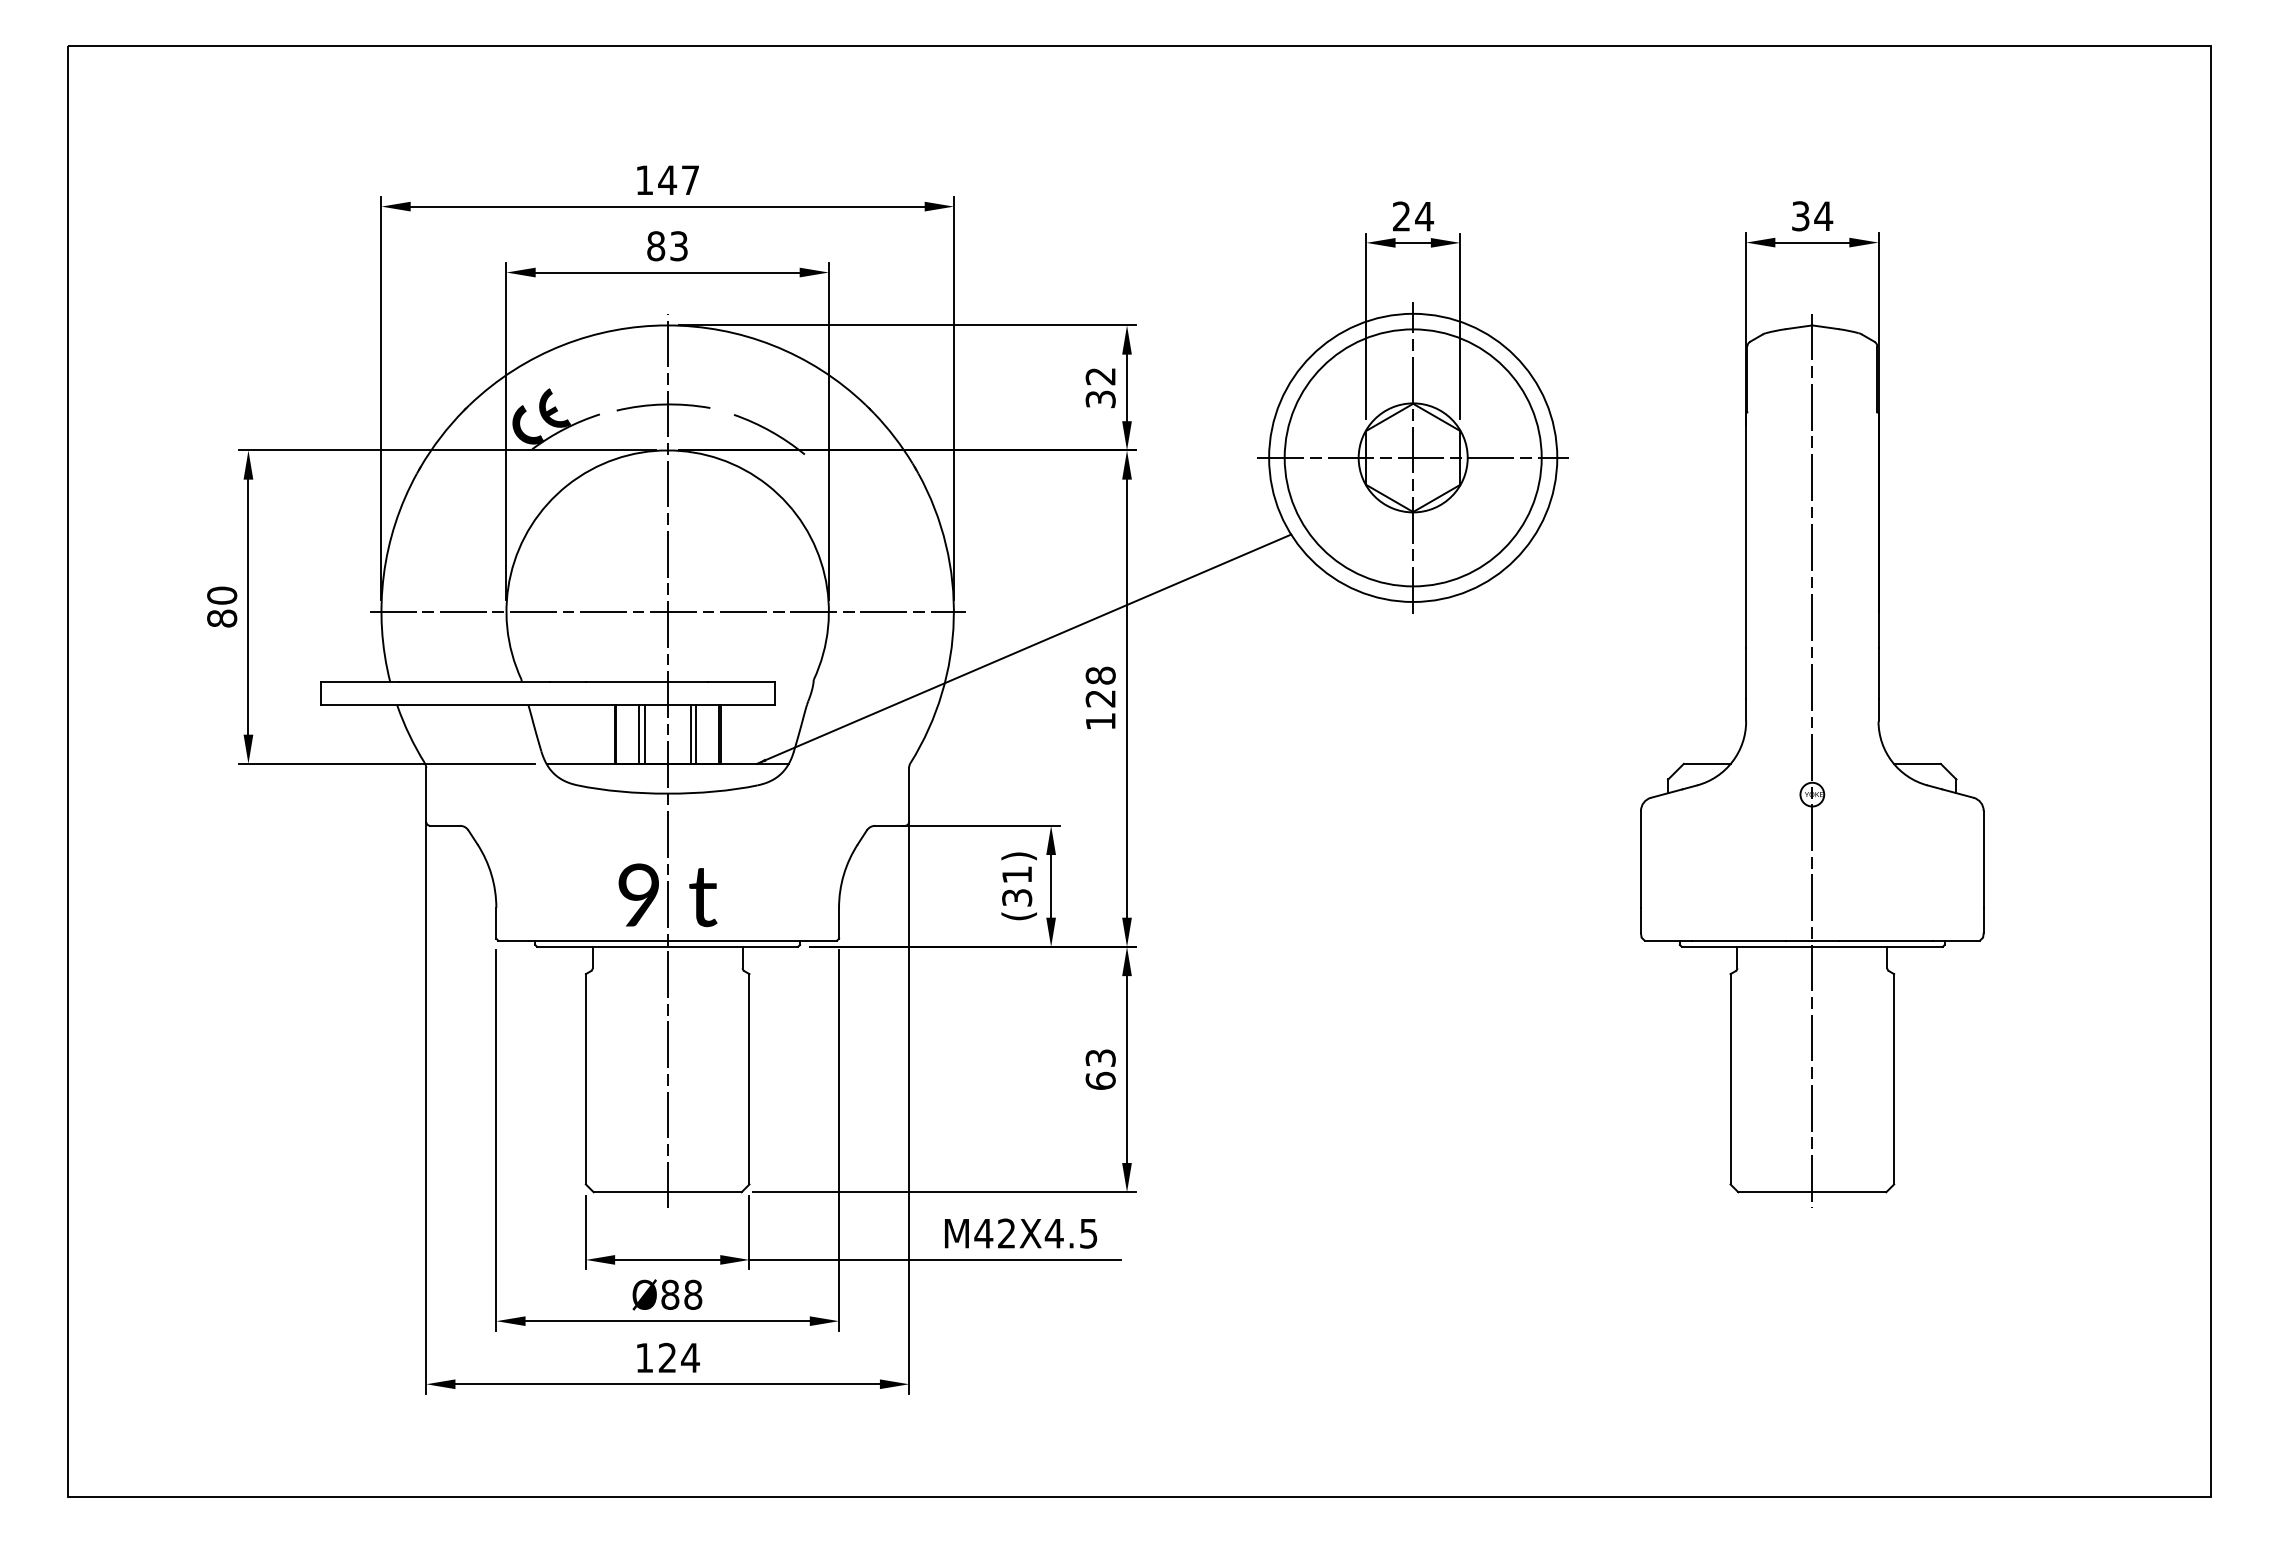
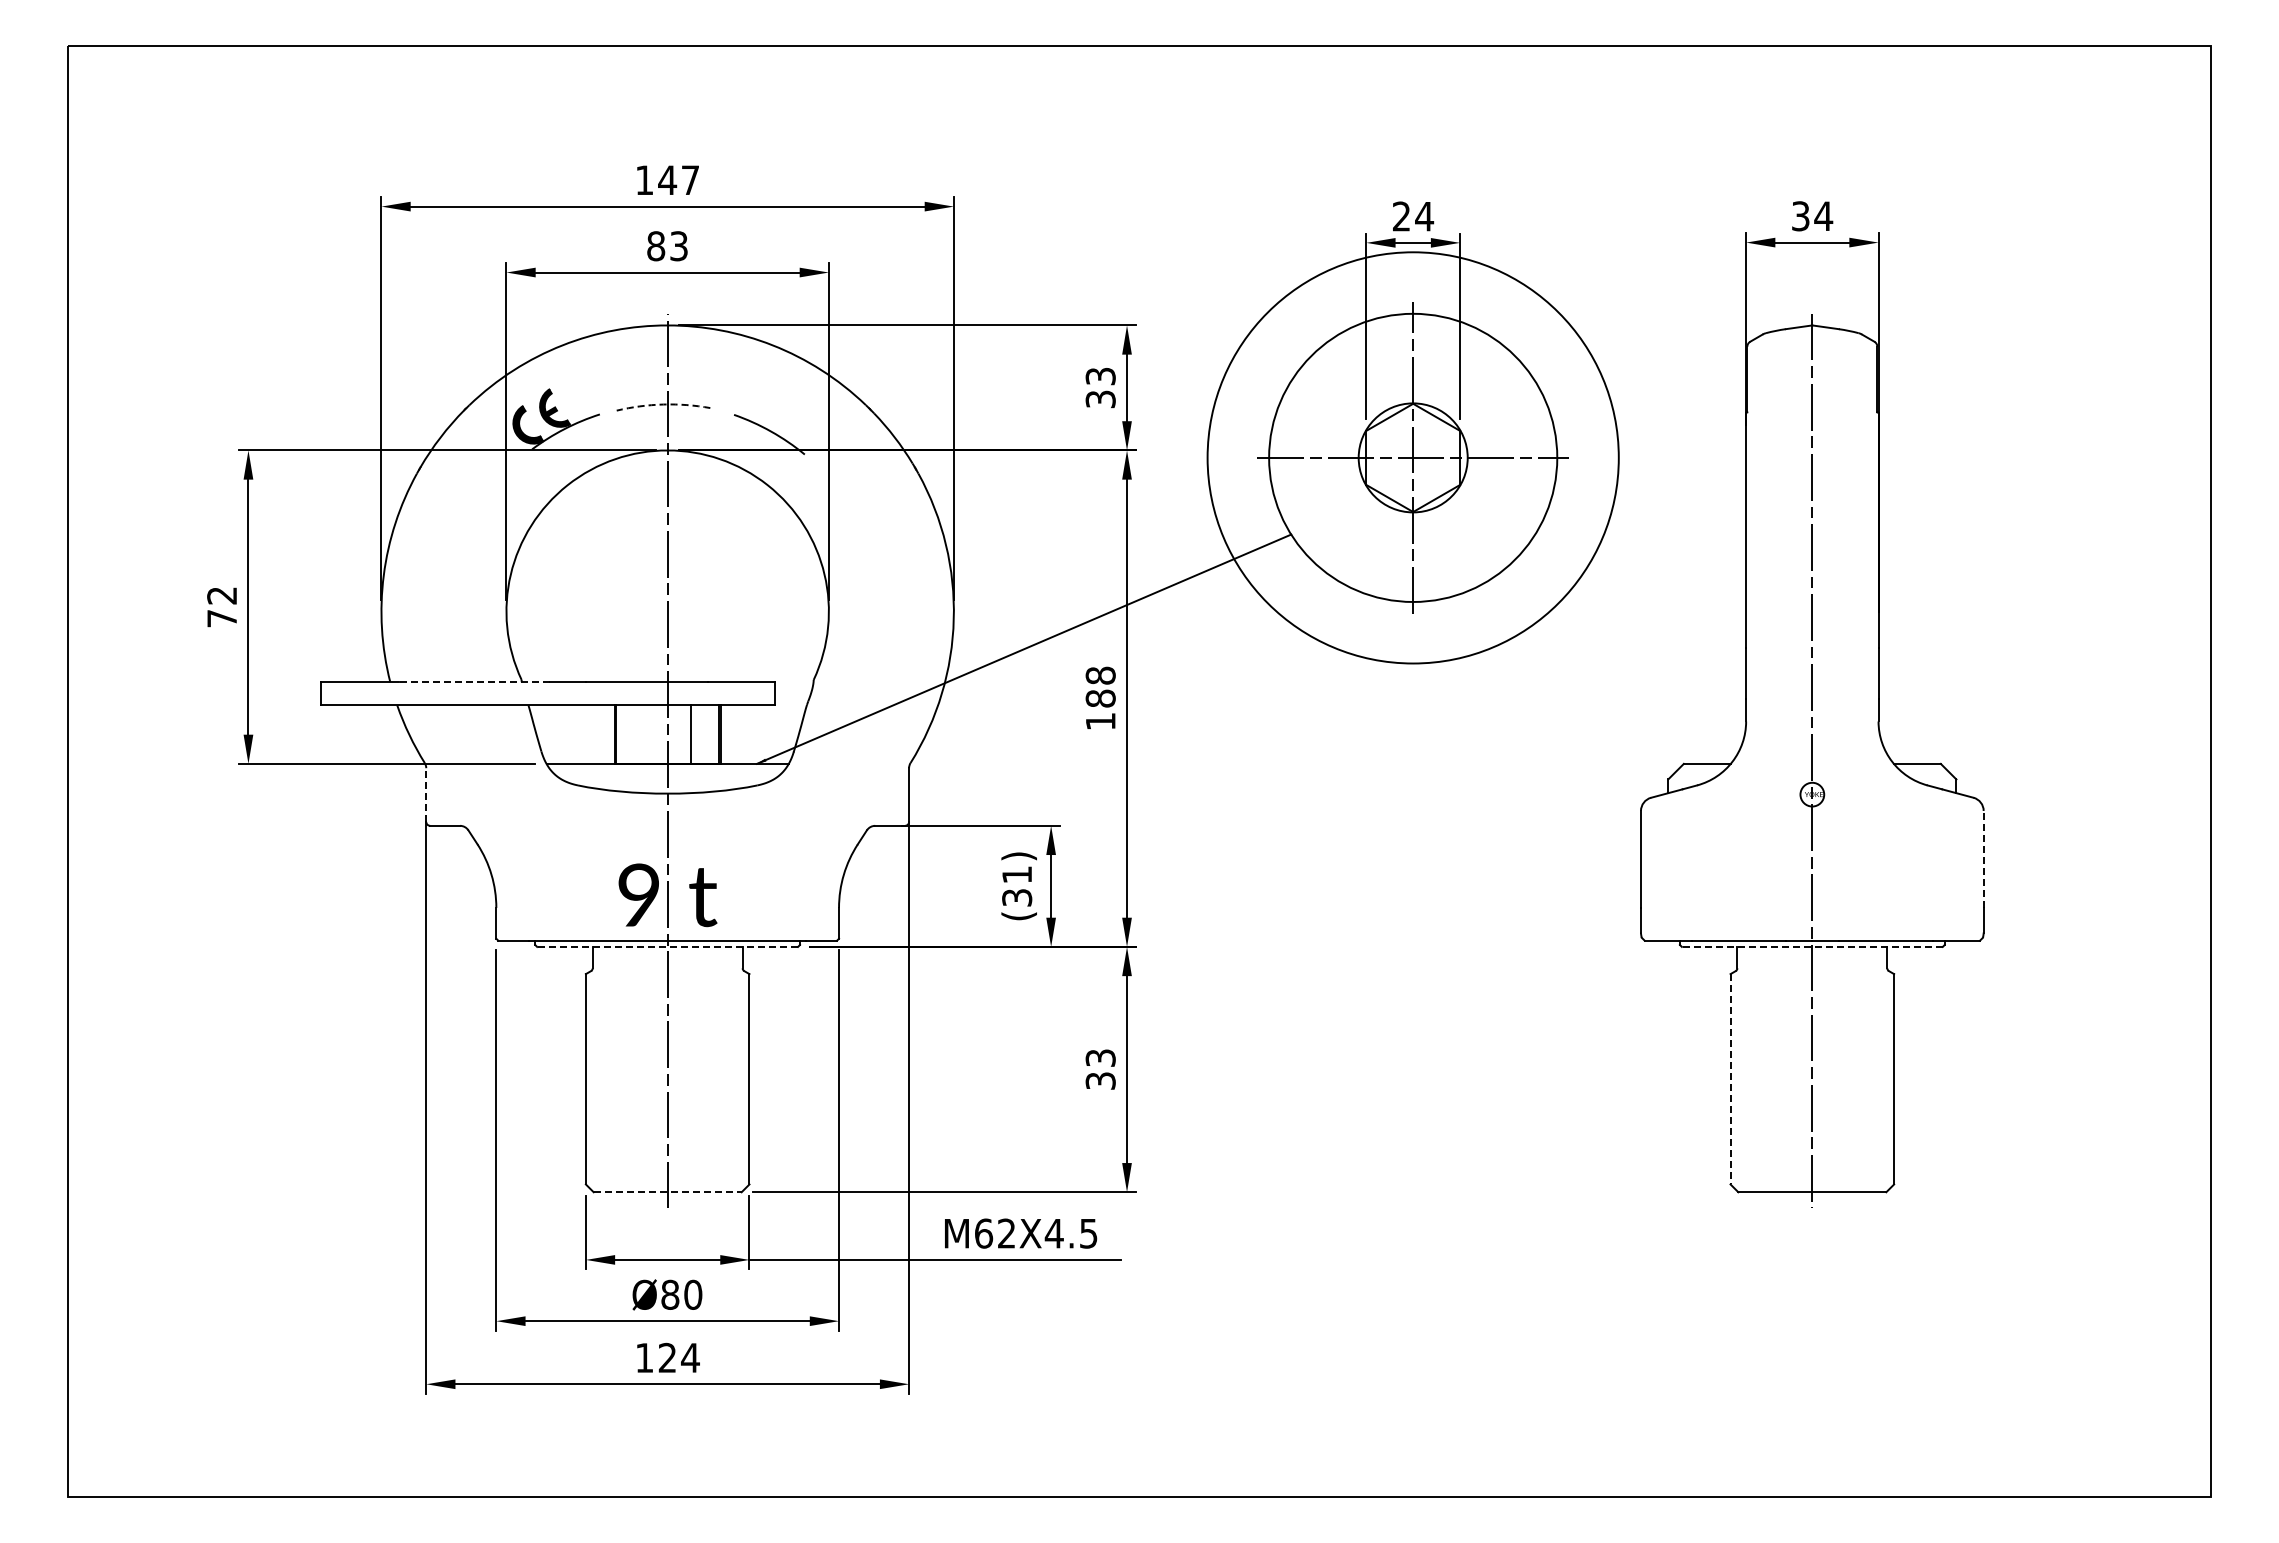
text at (1100, 376): 32 -> 33
arc at (663, 404): solid -> dashed
circle at (1412, 457) diameter: 257 px -> 411 px
text at (222, 606): 80 -> 72
line at (667, 611): present -> none
line at (473, 682): solid -> dashed
text at (1100, 698): 128 -> 188
line at (639, 734): present -> none
line at (644, 734): present -> none
line at (696, 734): present -> none
line at (426, 795): solid -> dashed
line at (1983, 859): solid -> dashed
line at (667, 946): solid -> dashed
line at (1811, 946): solid -> dashed
line at (1730, 1079): solid -> dashed
text at (1100, 1080): 63 -> 33
line at (667, 1192): solid -> dashed
text at (983, 1233): M42X4.5 -> M62X4.5
text at (693, 1294): Ø88 -> Ø80
